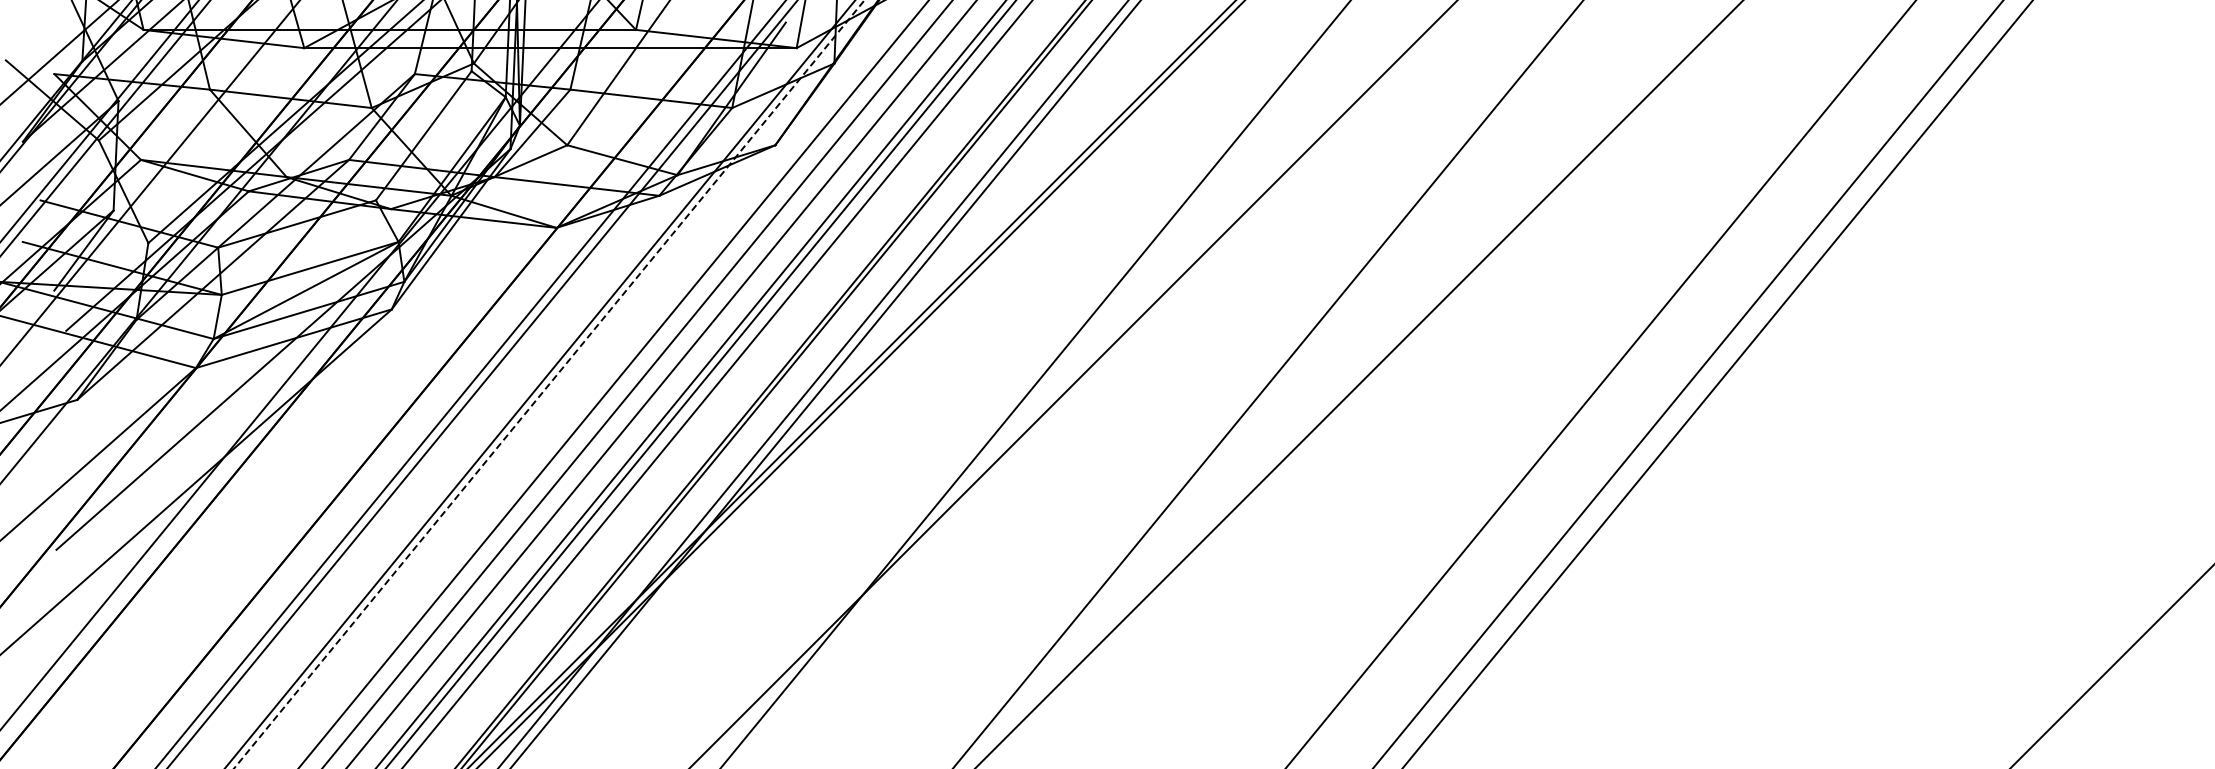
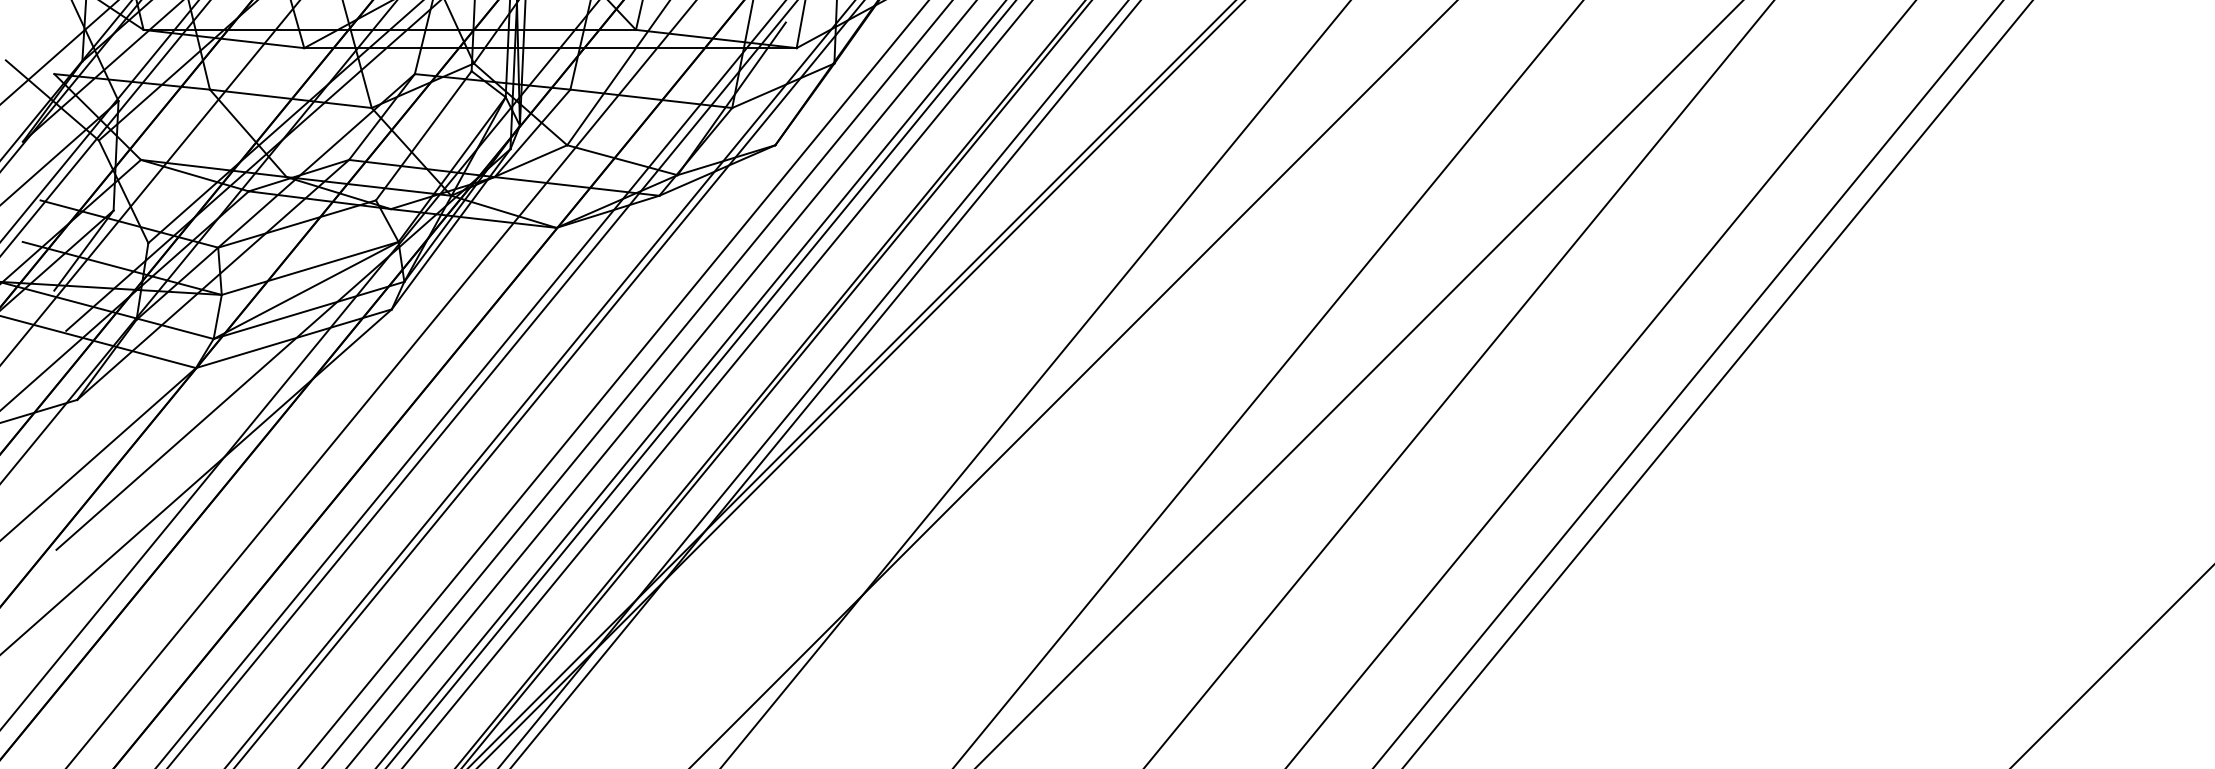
line at (381, 383): none -> present
line at (1459, 383): none -> present
line at (549, 384): dashed -> solid
